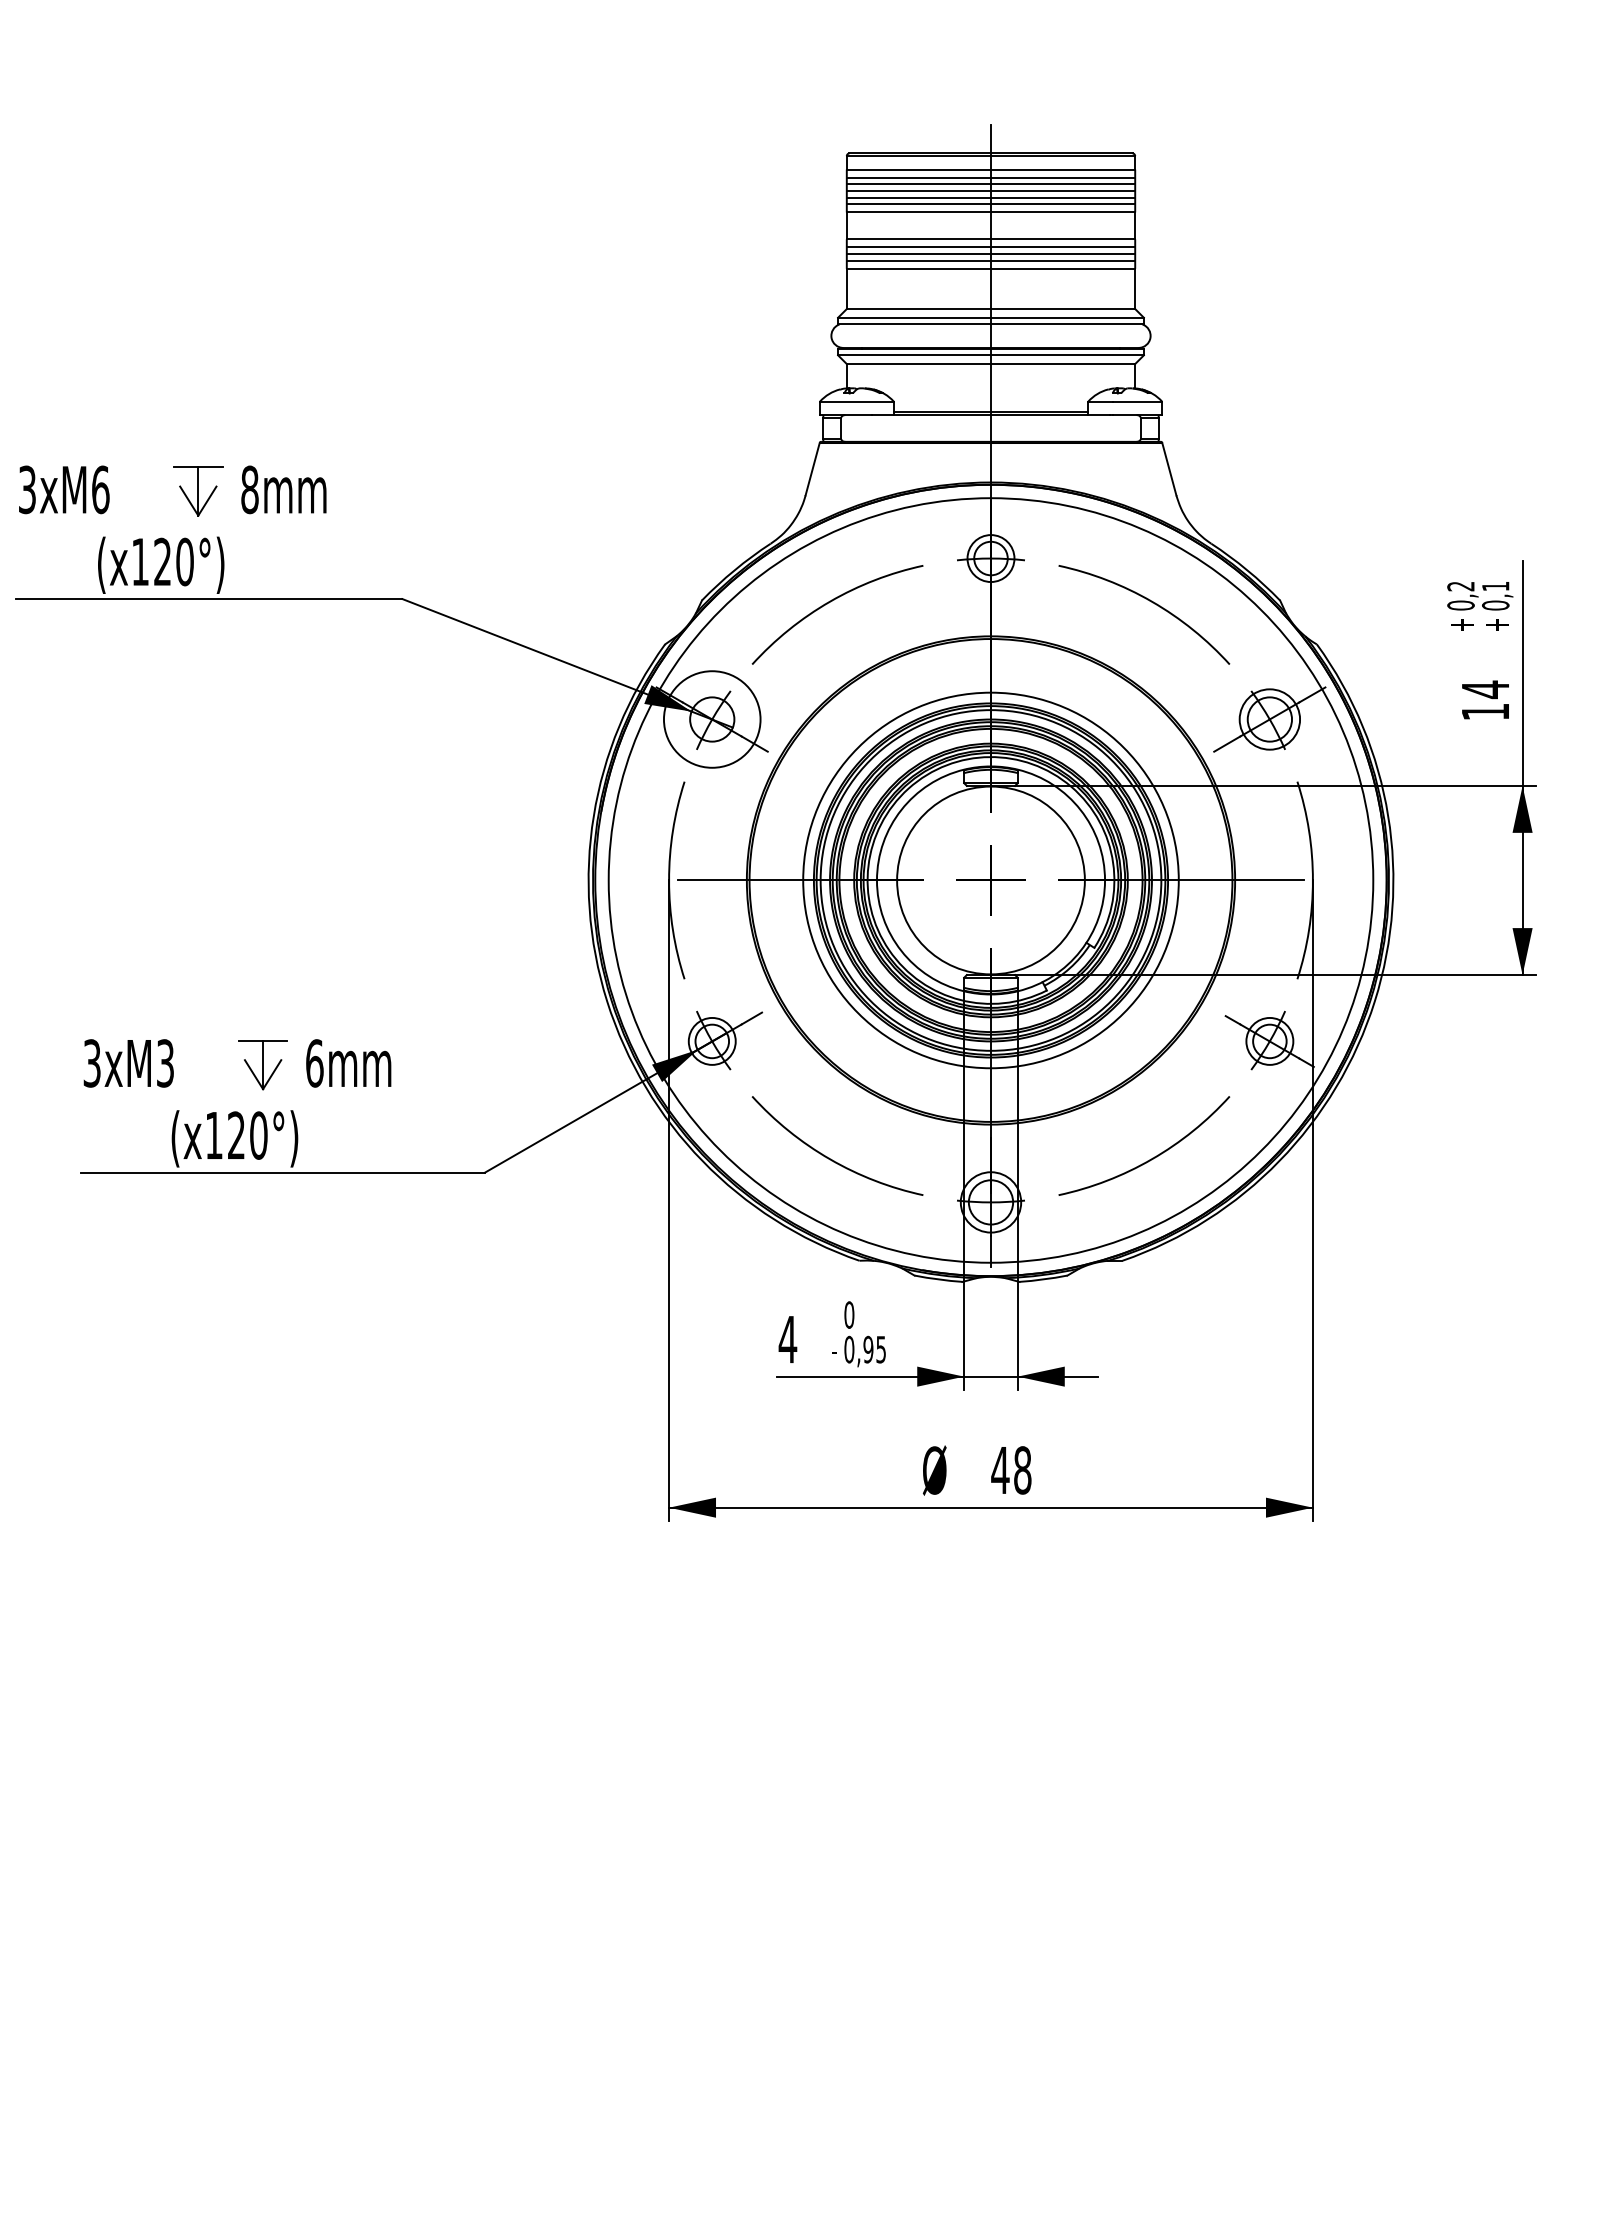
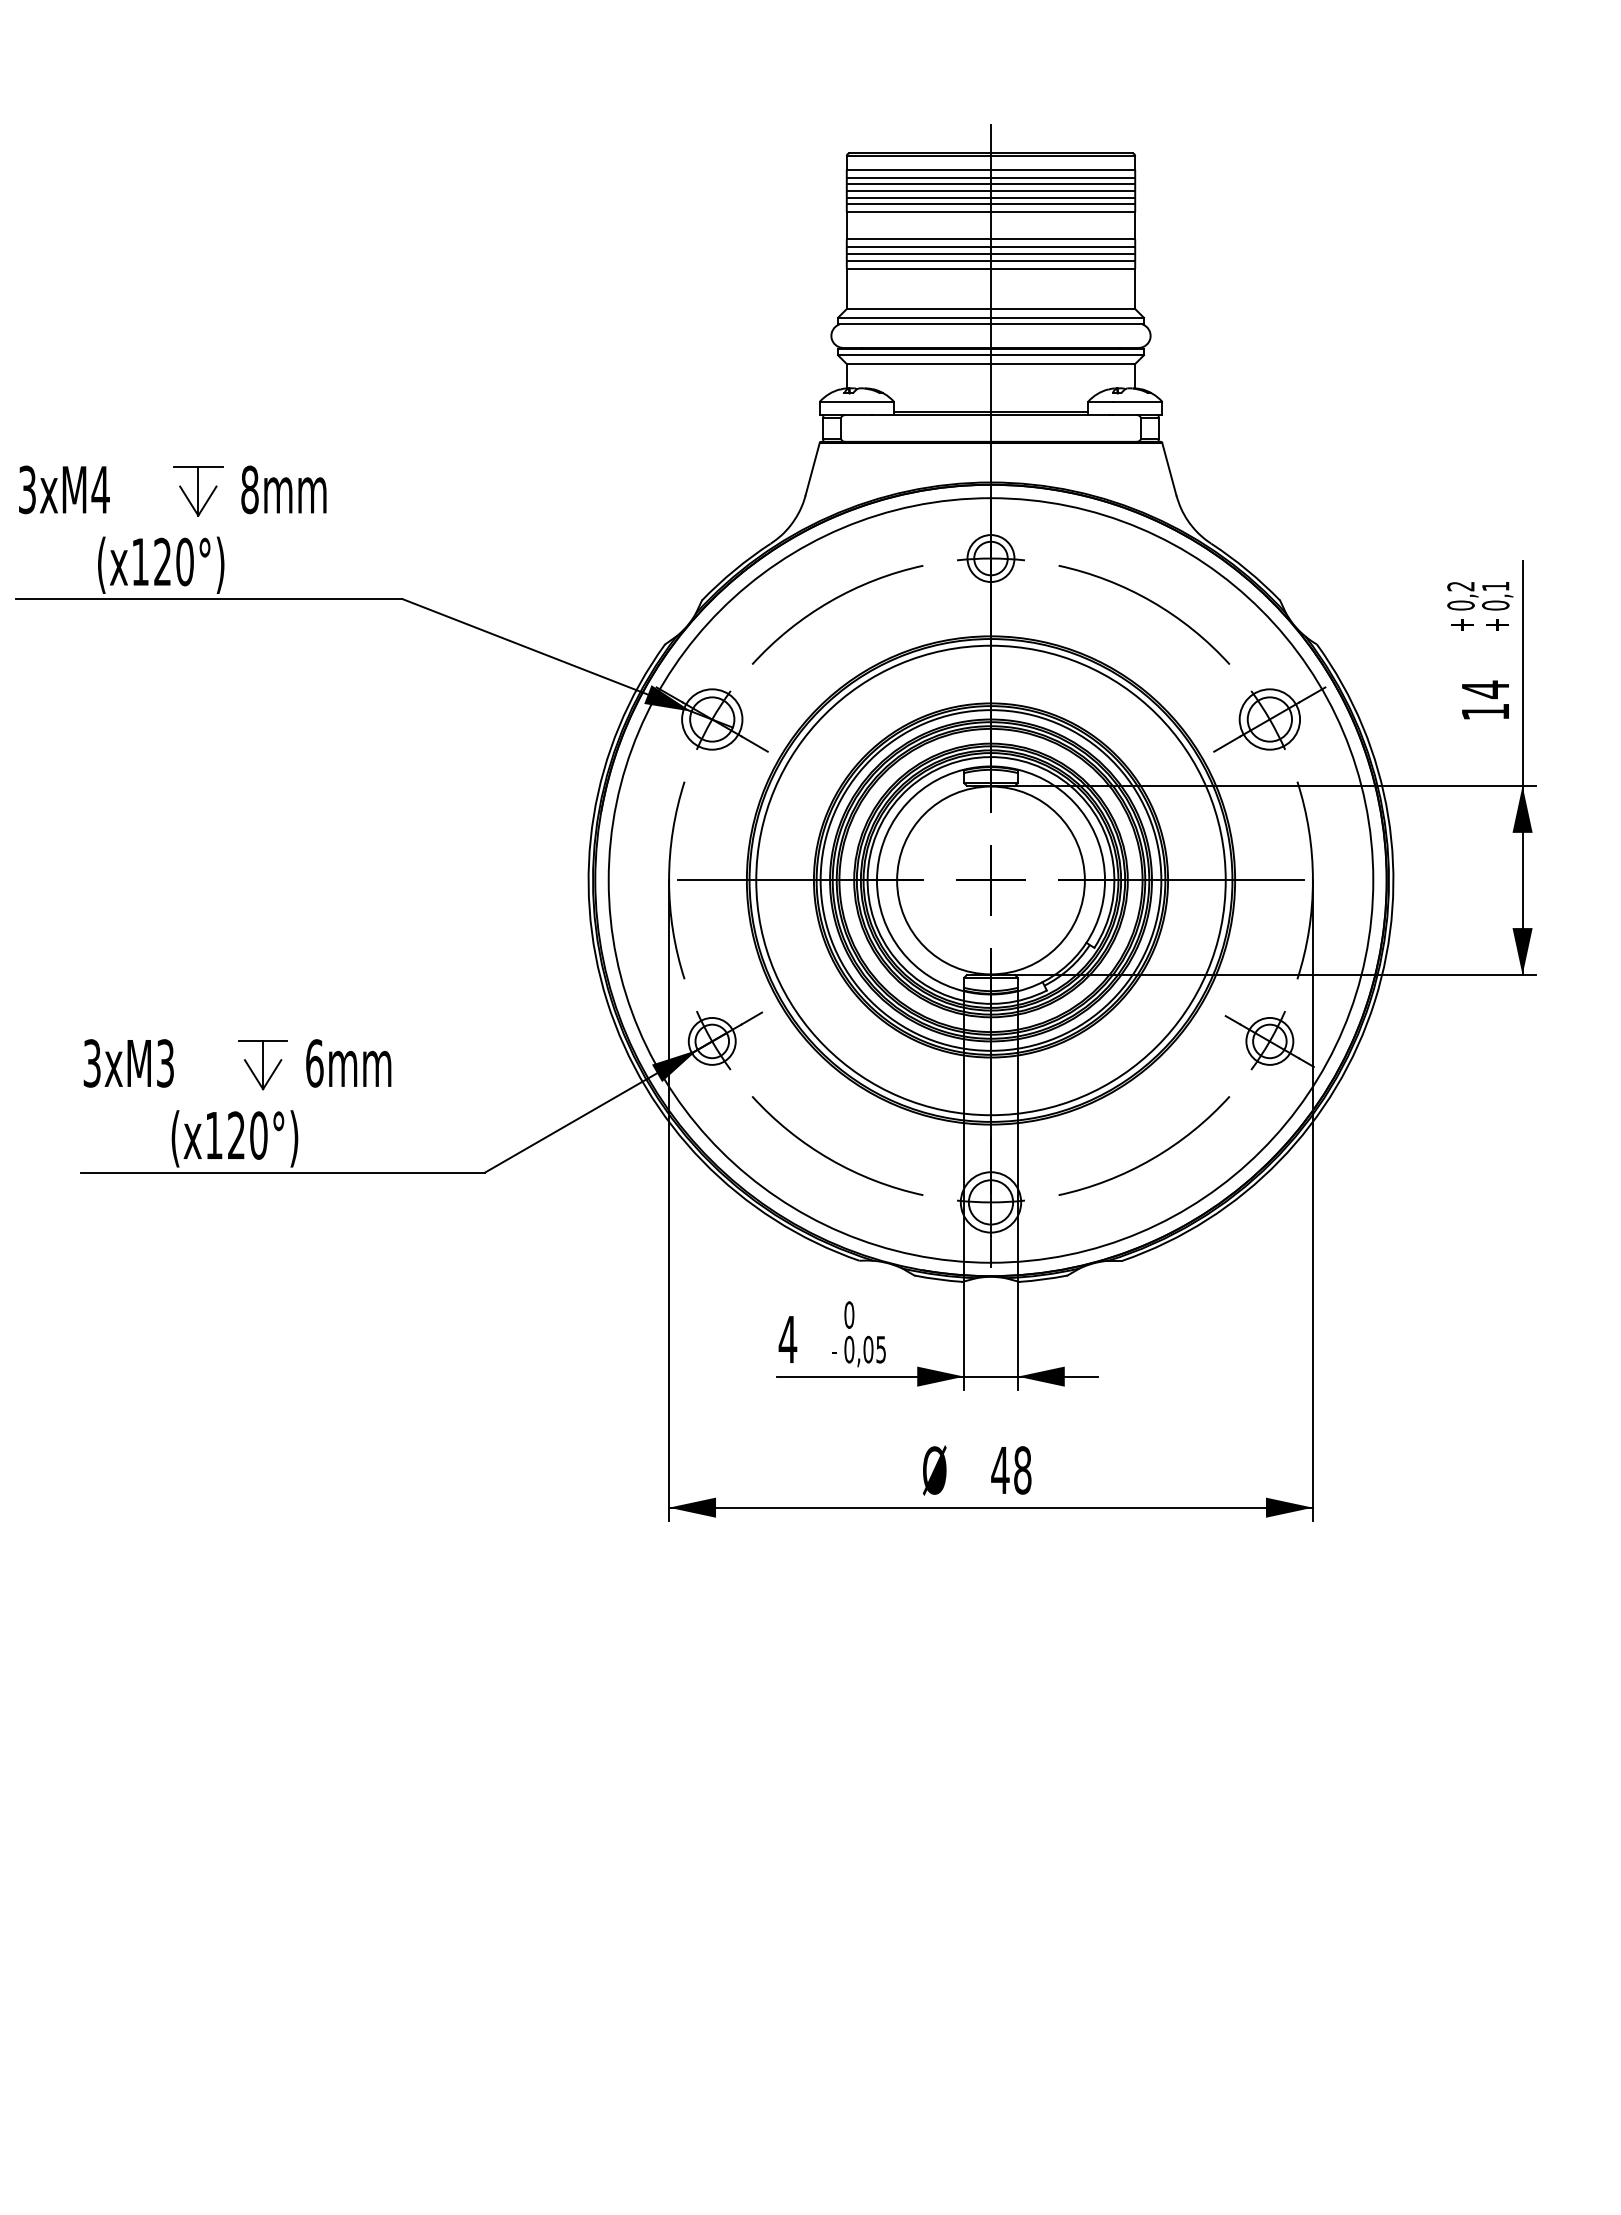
text at (100, 489): 3xM6 -> 3xM4
circle at (711, 719) diameter: 97 px -> 60 px
circle at (990, 880) diameter: 376 px -> 469 px
text at (868, 1349): 0,95 -> 0,05
